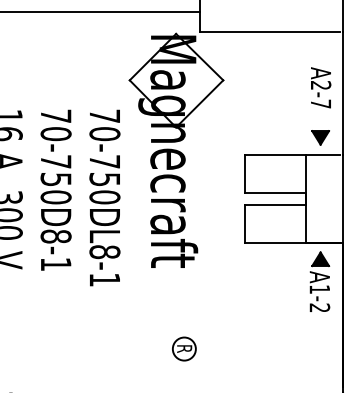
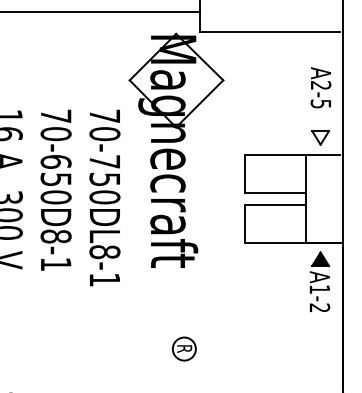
text at (320, 103): A2-7 -> A2-5
fill at (320, 137): present -> none
text at (55, 161): 70-750D8-1 -> 70-650D8-1
